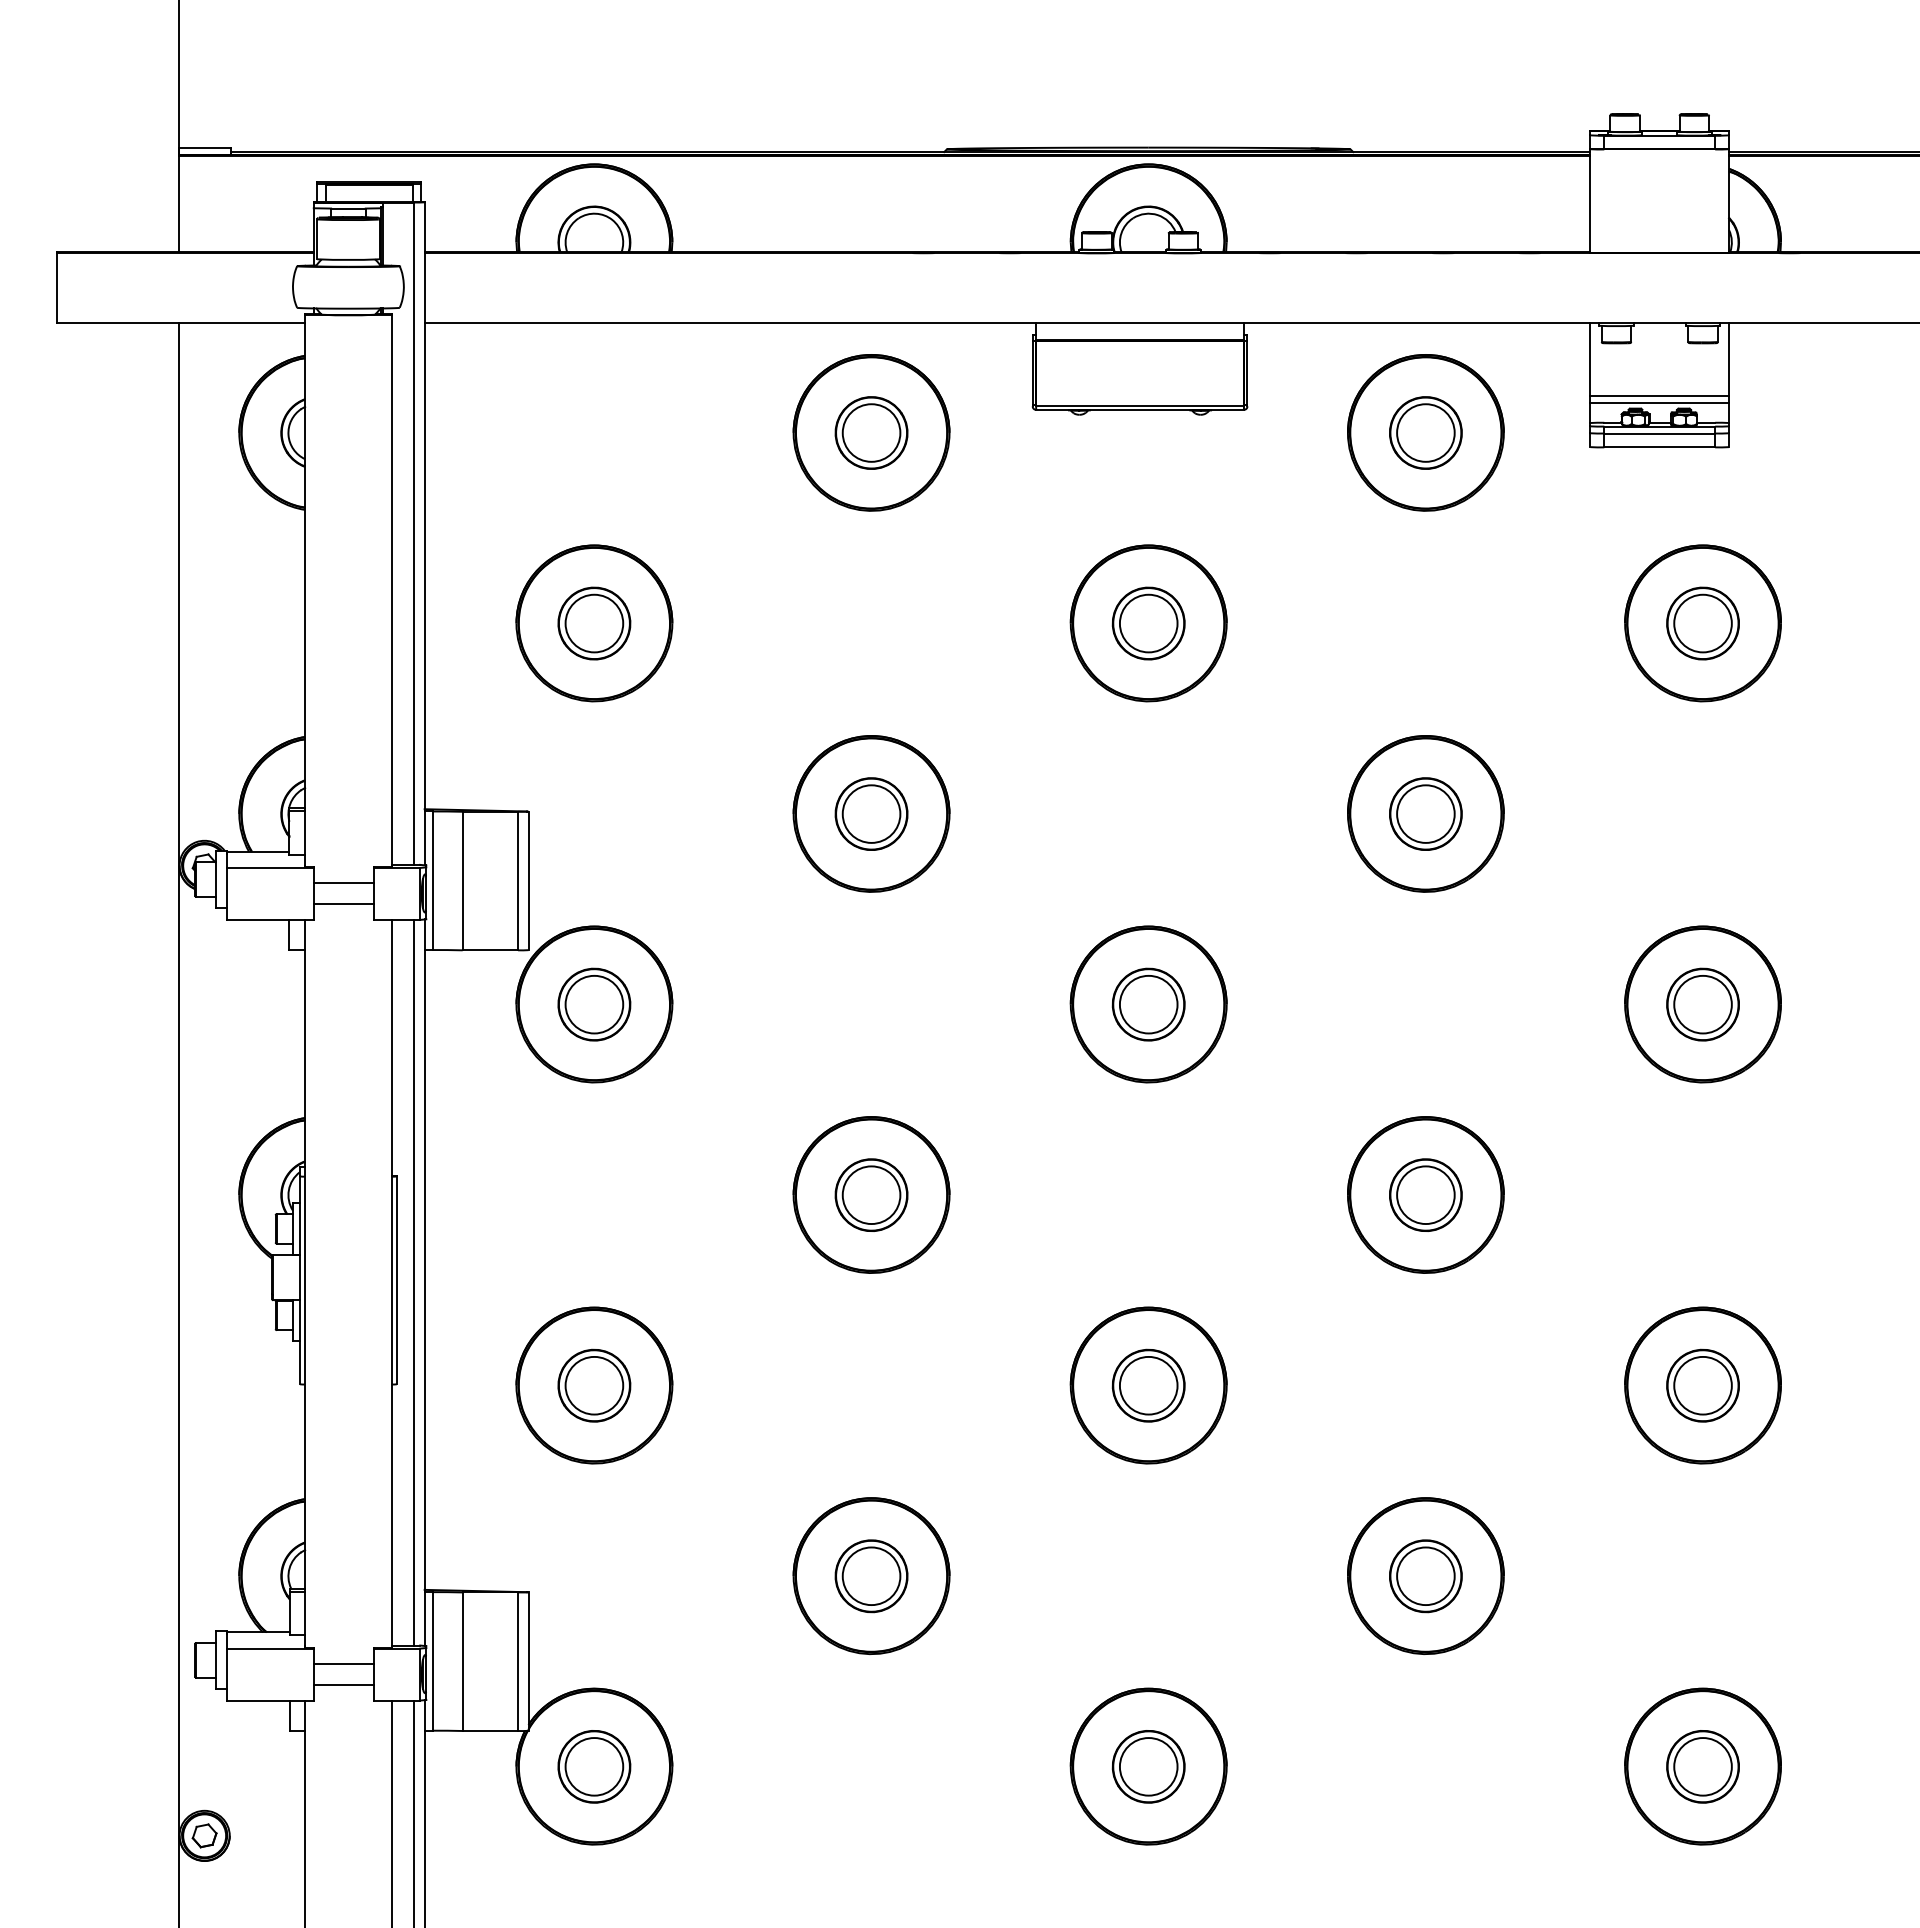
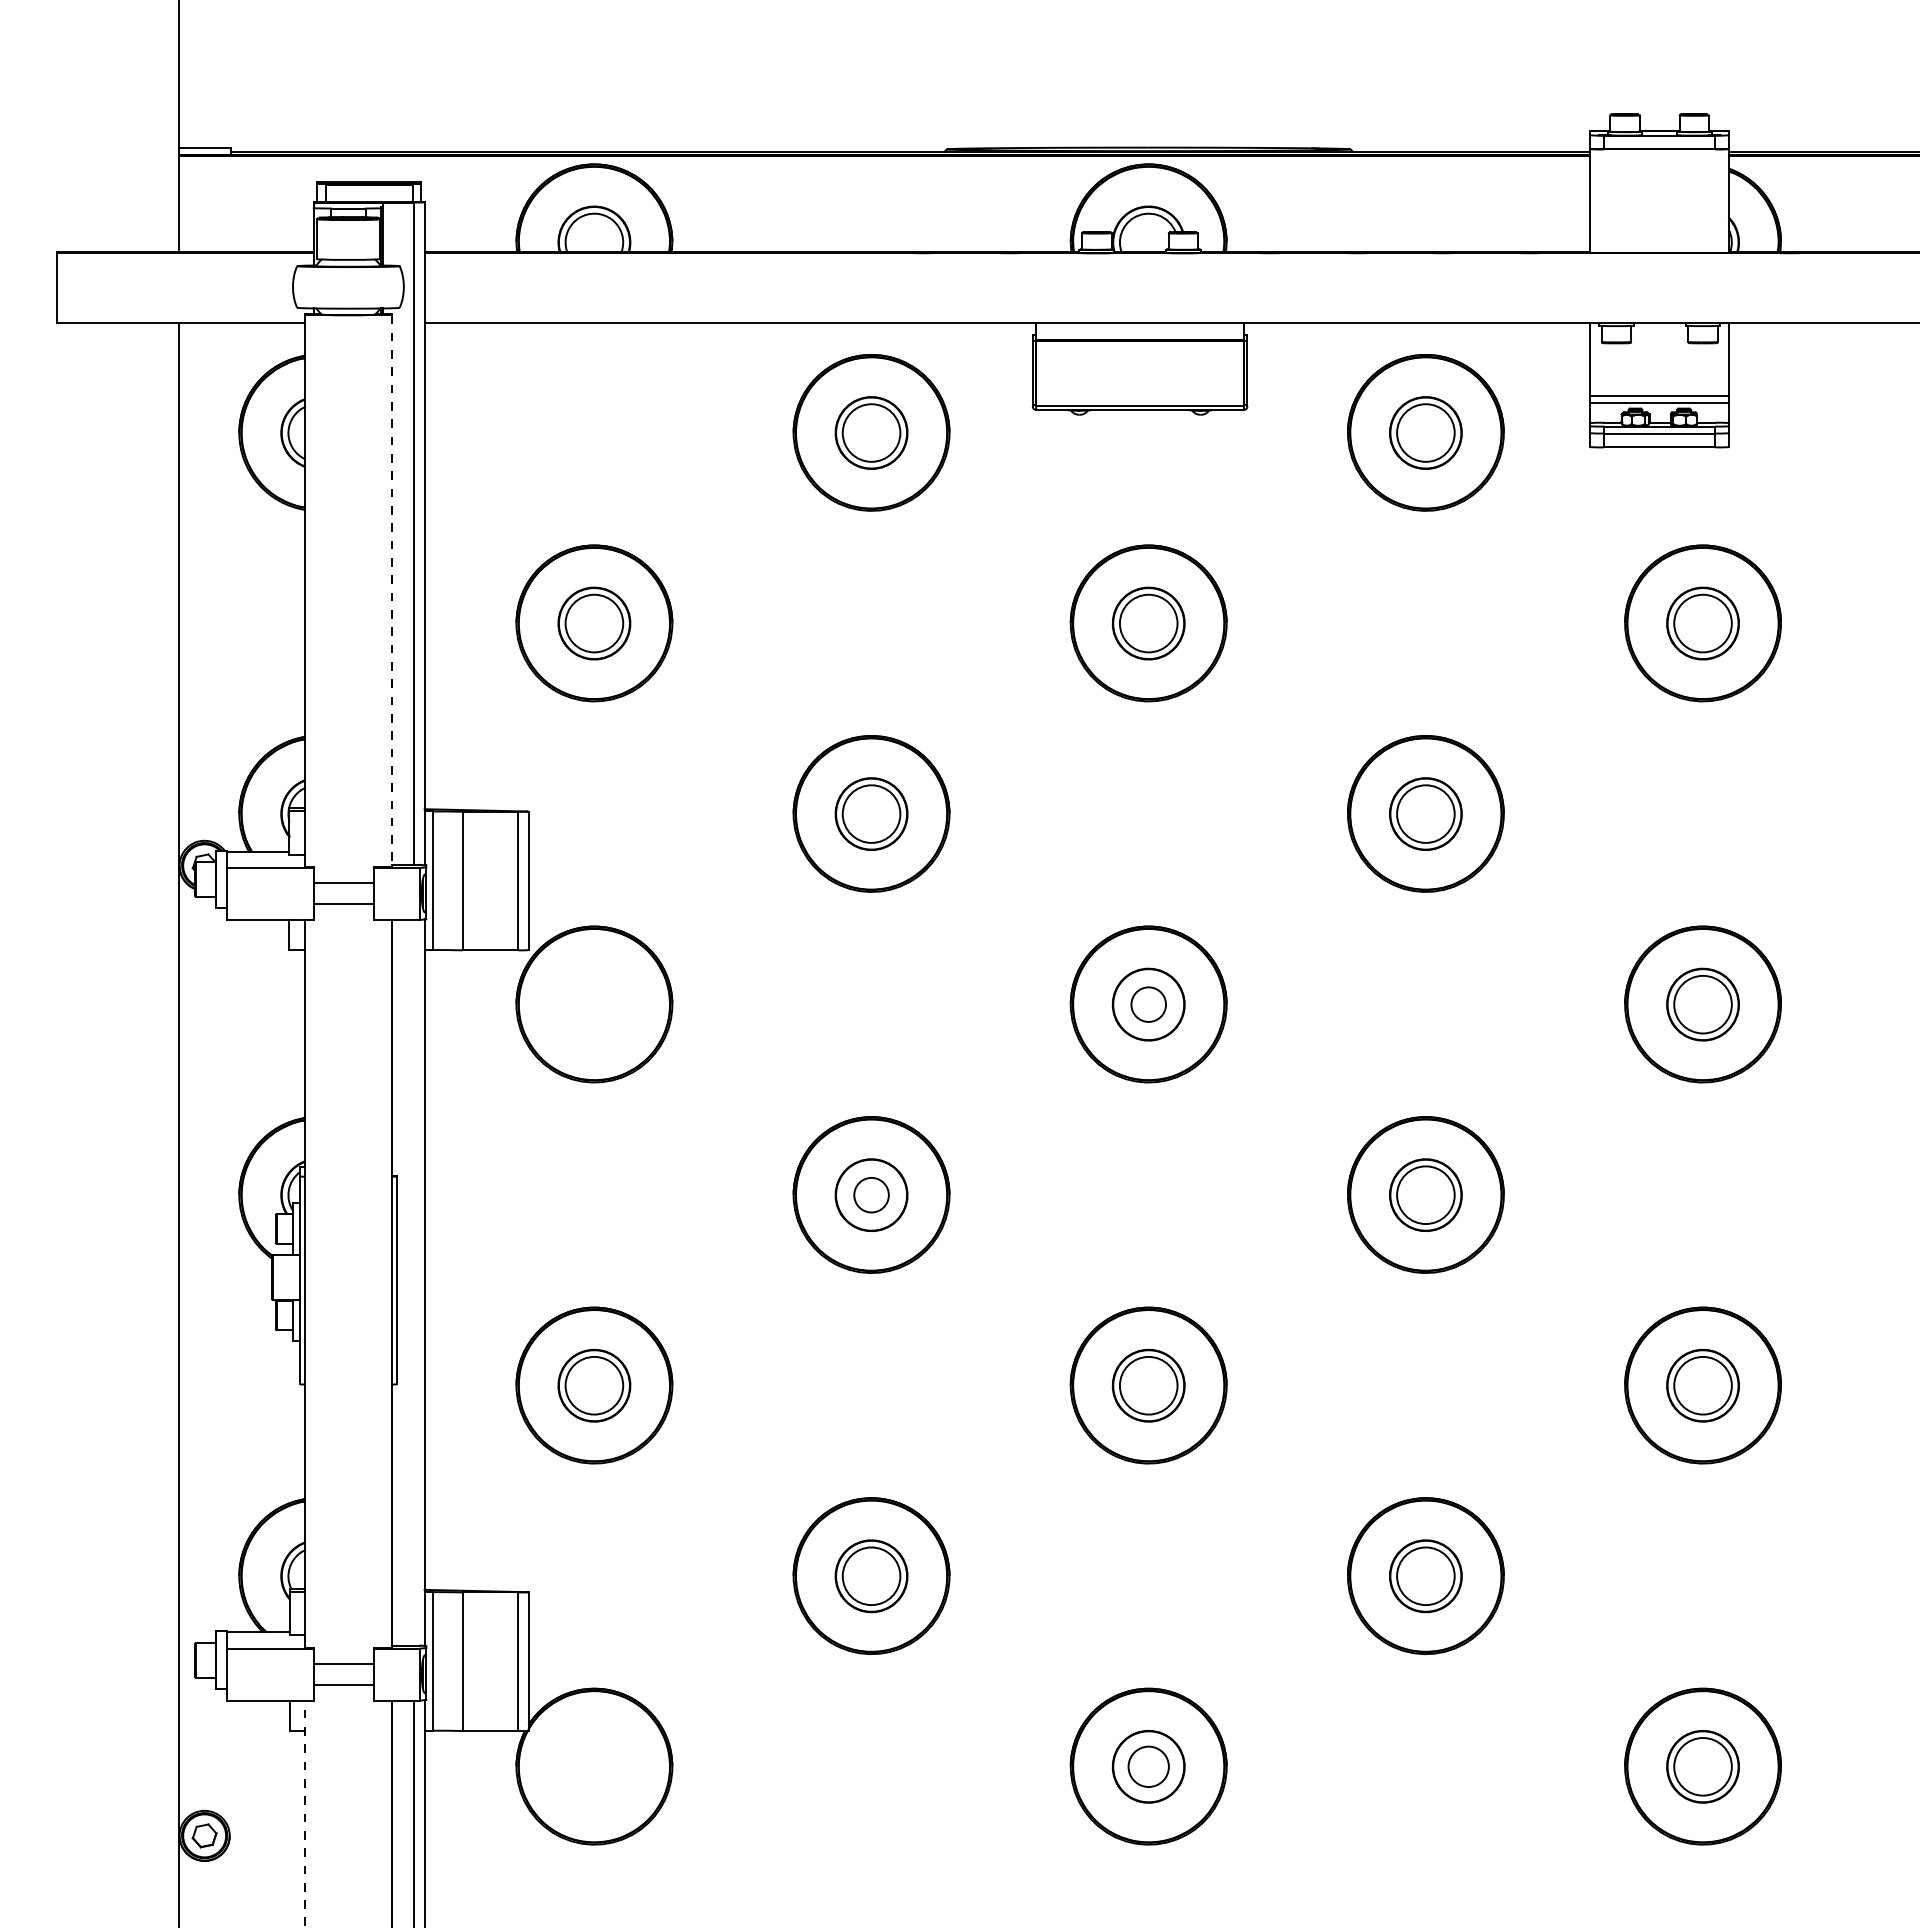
line at (391, 591): solid -> dashed
part at (594, 1004): present -> none
circle at (1148, 1004) diameter: 58 px -> 35 px
circle at (871, 1195) diameter: 58 px -> 35 px
line at (414, 1282): present -> none
part at (594, 1766): present -> none
circle at (1148, 1766) diameter: 58 px -> 40 px
line at (305, 1813): solid -> dashed
